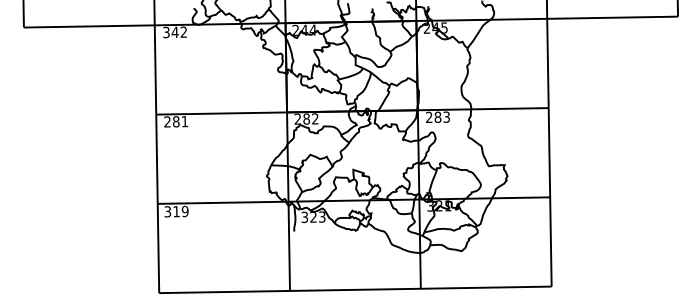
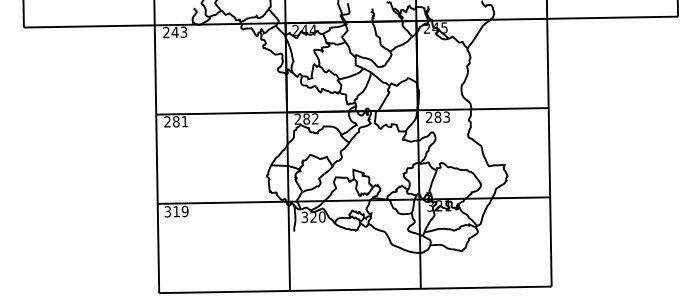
text at (175, 32): 342 -> 243
text at (321, 216): 323 -> 320
